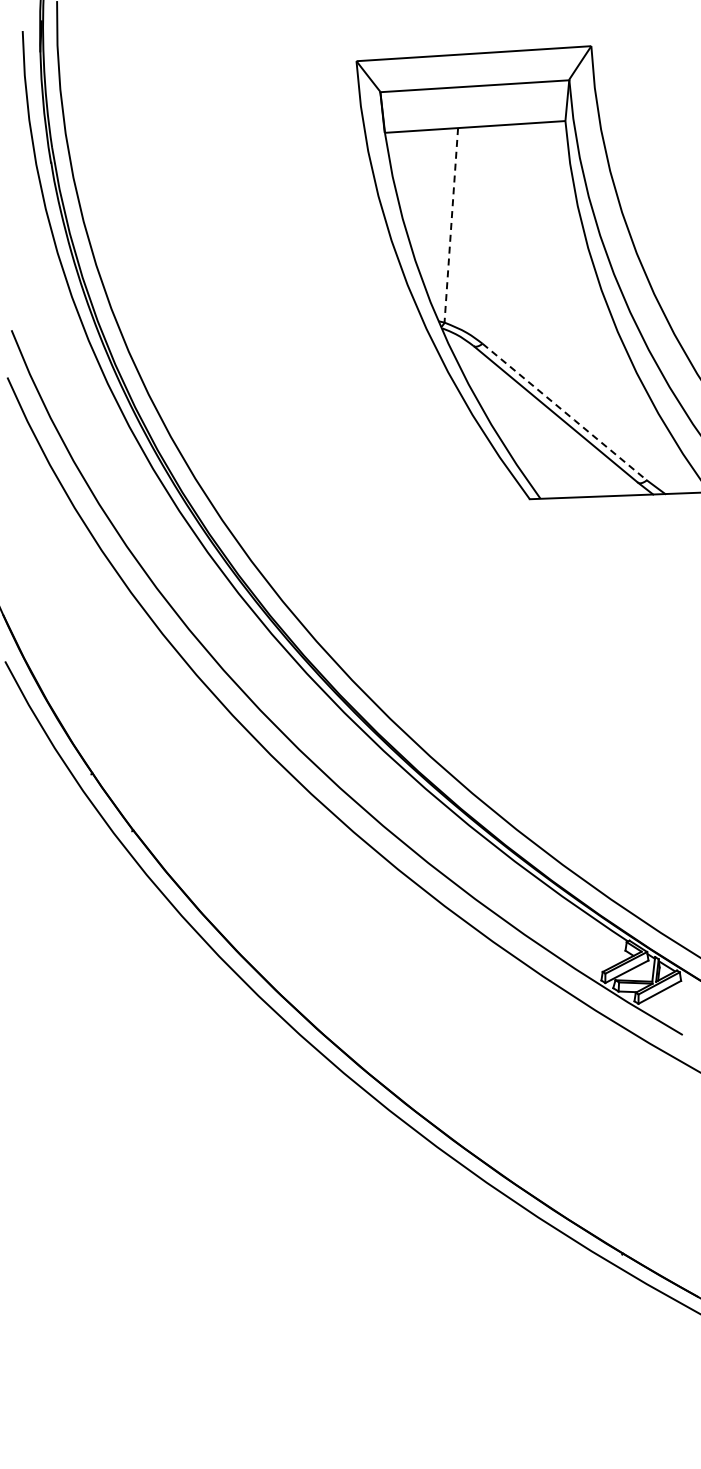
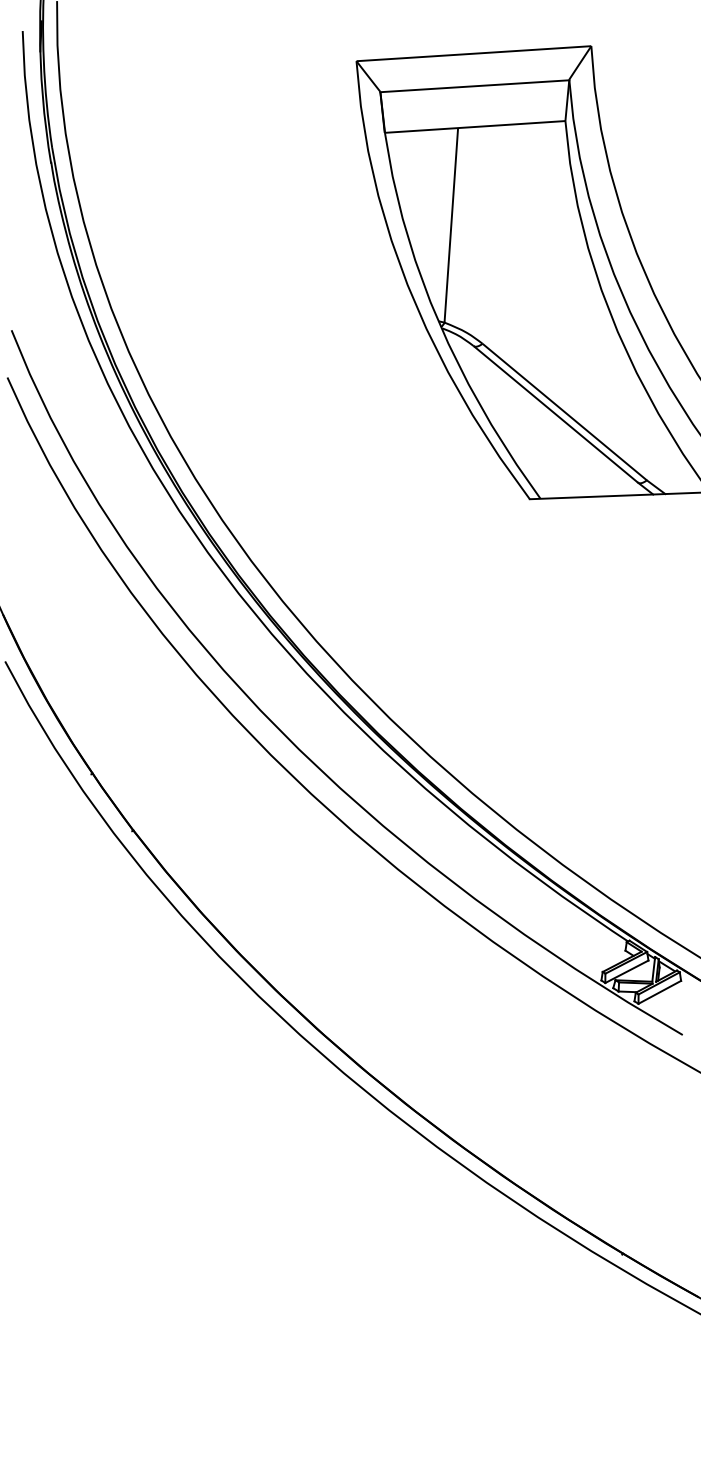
line at (451, 226): dashed -> solid
line at (565, 412): dashed -> solid
